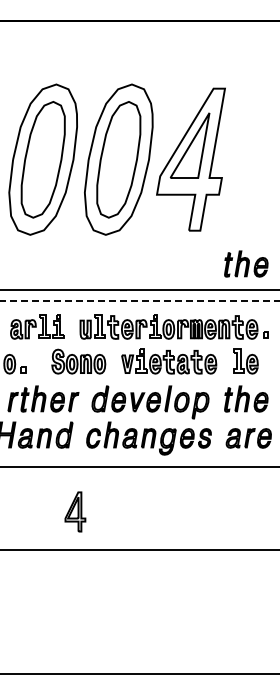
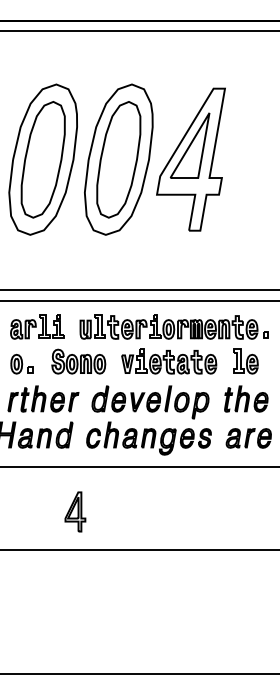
line at (139, 31): none -> present
part at (246, 263): present -> none
line at (140, 300): dashed -> solid
part at (14, 363) position: (14, 363) -> (21, 363)
